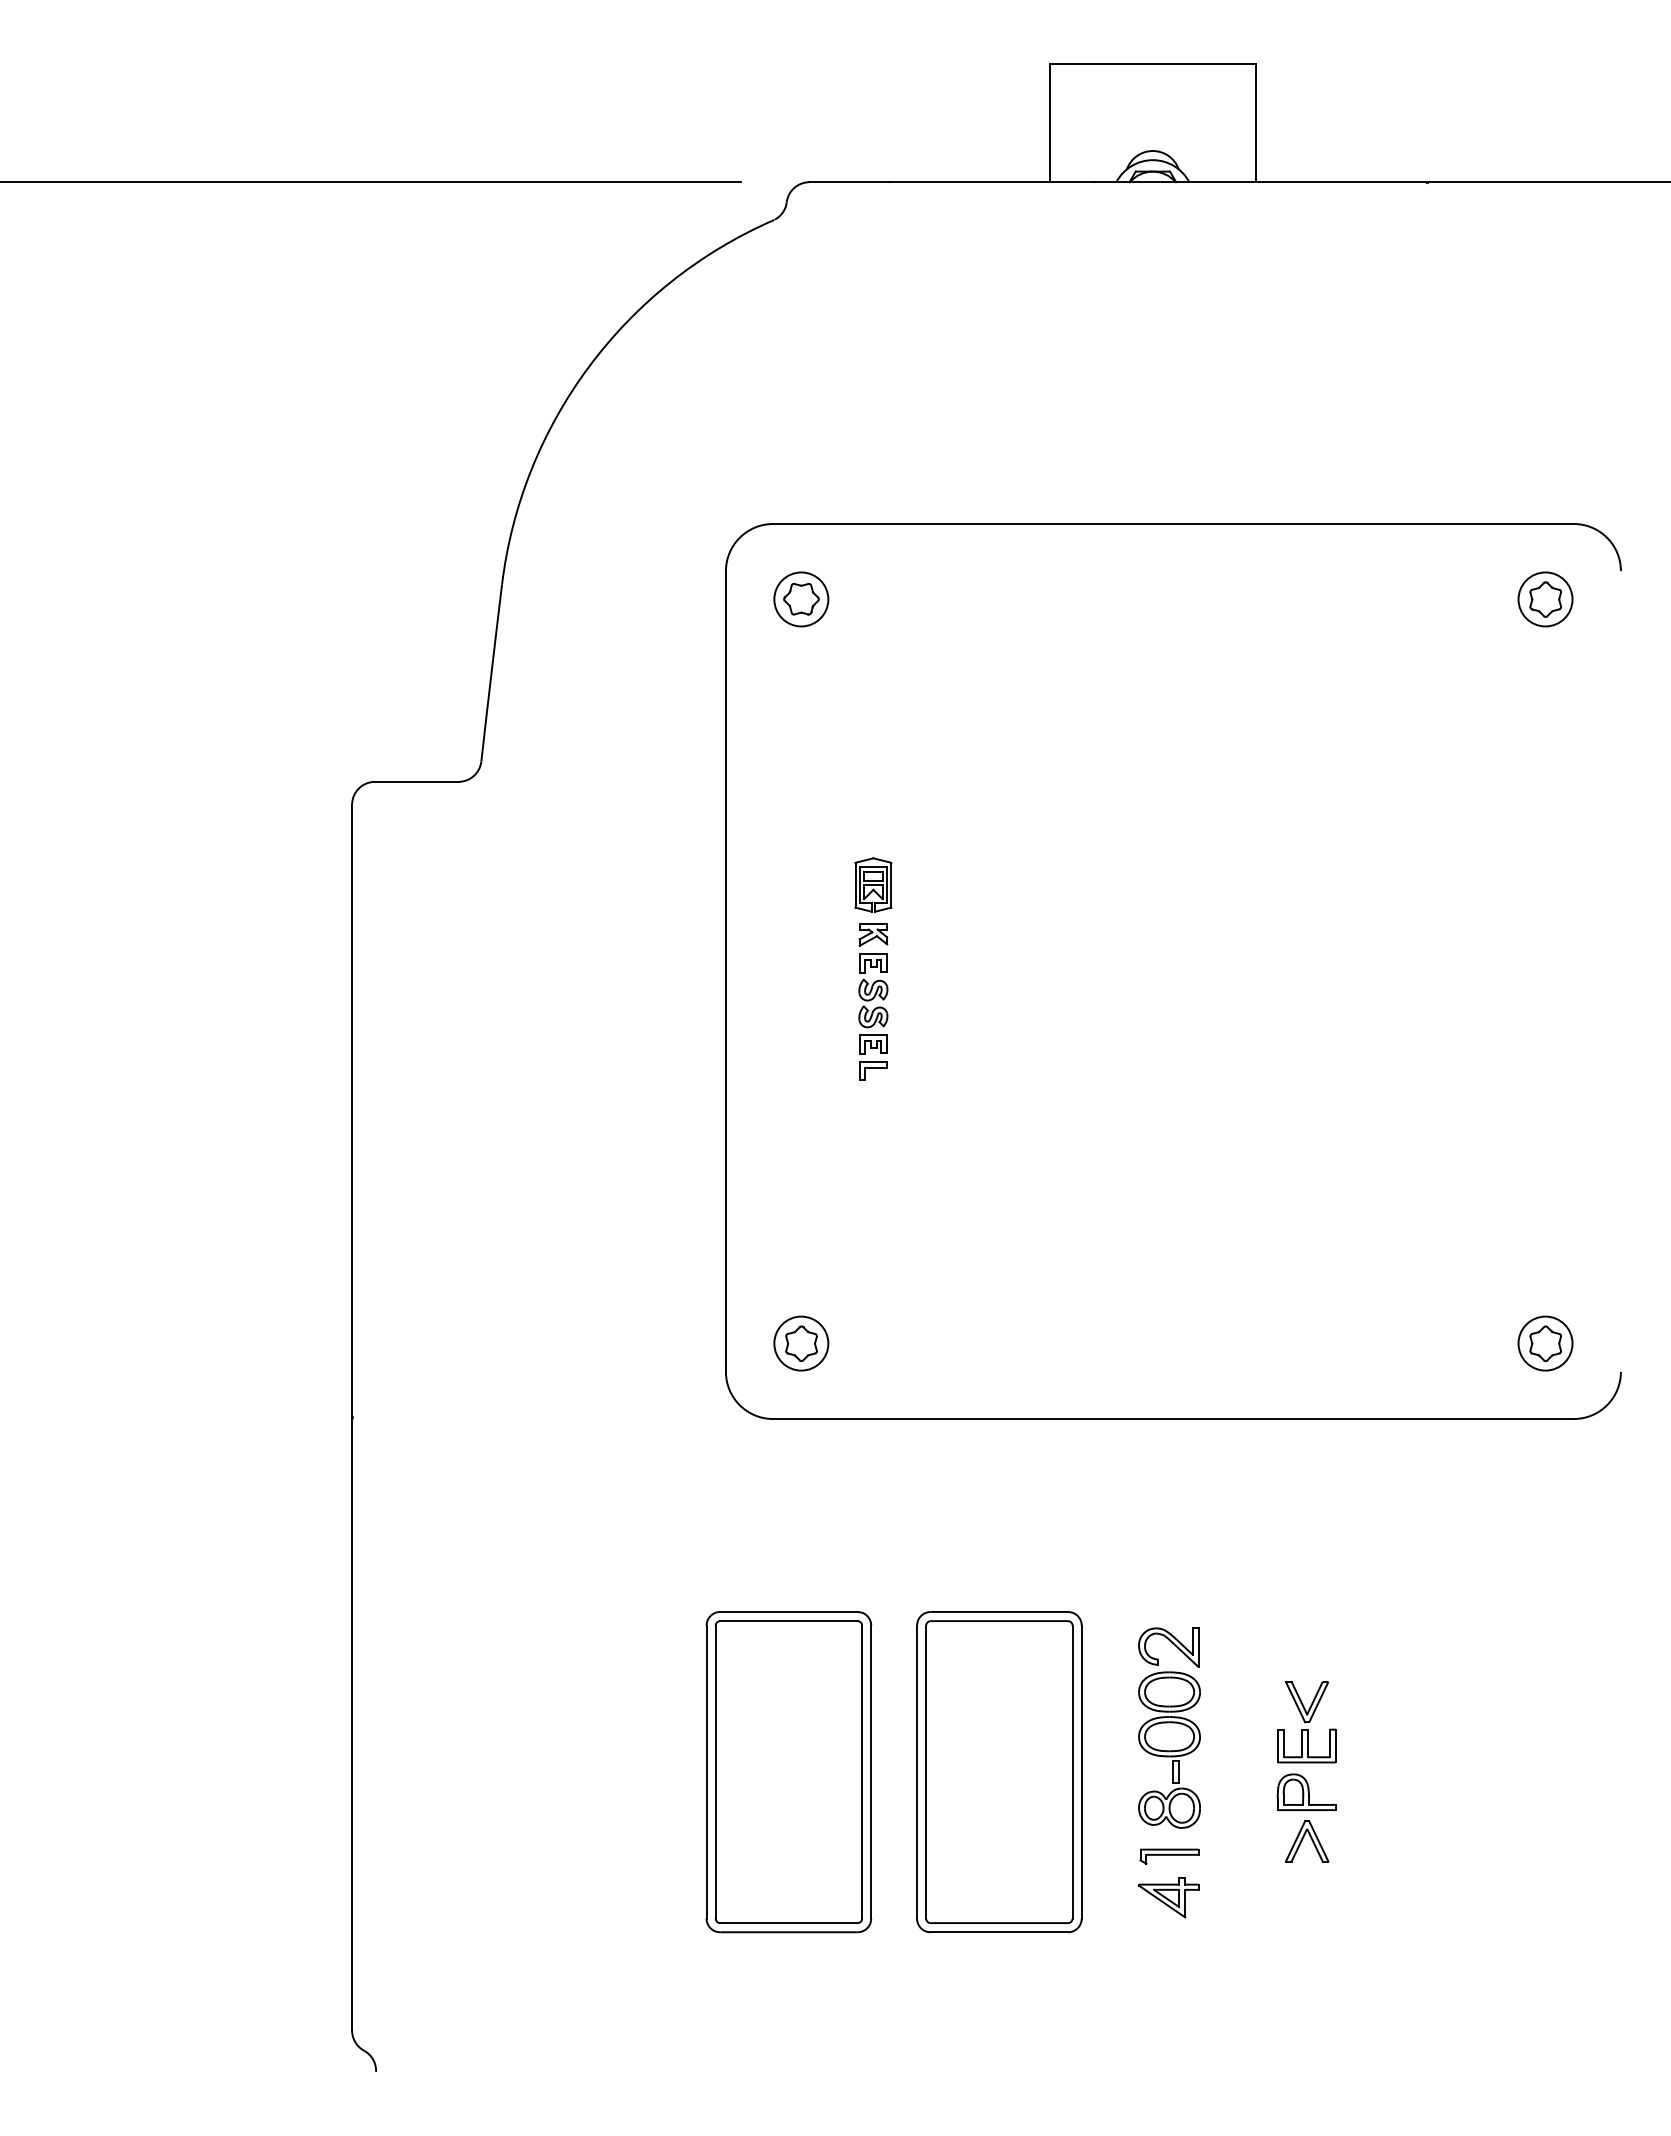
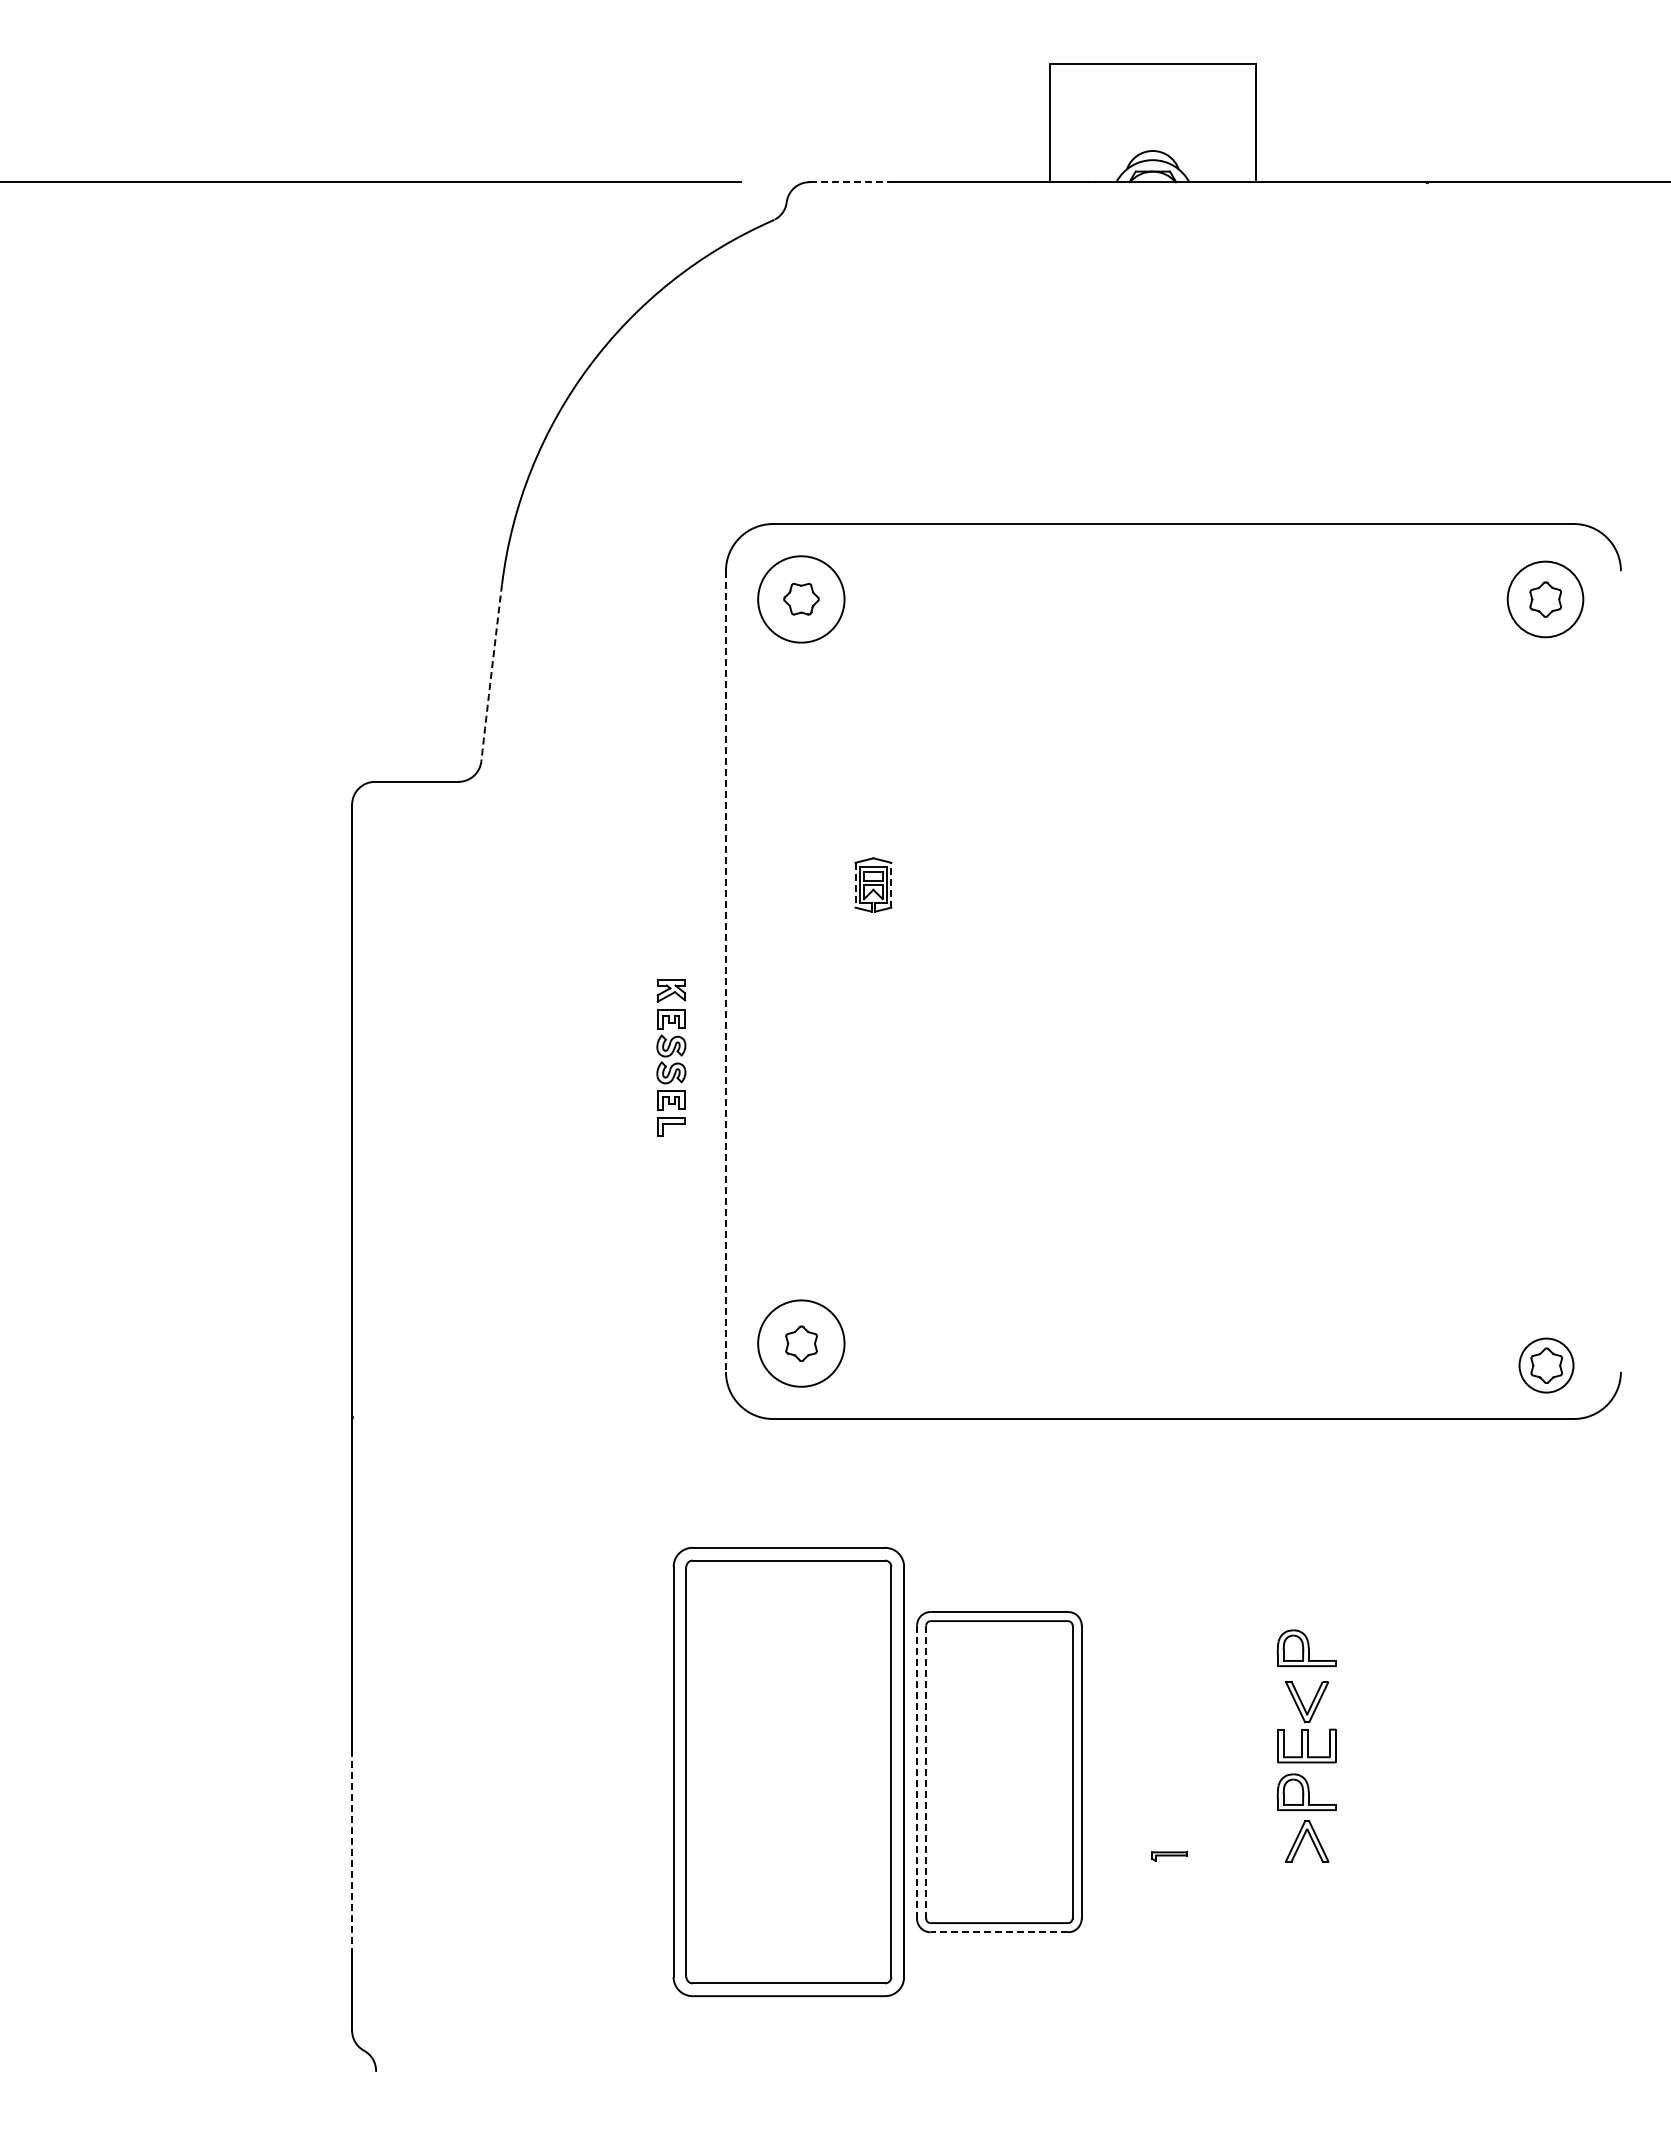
line at (850, 182): solid -> dashed
circle at (801, 599) diameter: 54 px -> 86 px
circle at (1545, 599) diameter: 54 px -> 76 px
arc at (491, 673): solid -> dashed
line at (891, 884): solid -> dashed
line at (855, 885): solid -> dashed
line at (725, 972): solid -> dashed
part at (873, 1001) position: (873, 1001) -> (671, 1057)
circle at (801, 1343) diameter: 54 px -> 86 px
part at (1545, 1343) position: (1545, 1343) -> (1546, 1365)
part at (1306, 1647): none -> present
part at (1169, 1727): present -> none
line at (917, 1771): solid -> dashed
part at (788, 1772) size: 168x323 px -> 233x452 px
line at (926, 1772): solid -> dashed
line at (352, 1852): solid -> dashed
part at (1169, 1856) size: 61x17 px -> 37x11 px
part at (1168, 1897): present -> none
line at (999, 1932): solid -> dashed
